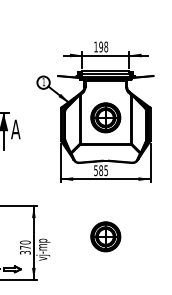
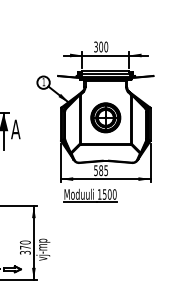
text at (101, 46): 198 -> 300
part at (90, 195): none -> present
part at (105, 236): present -> none
